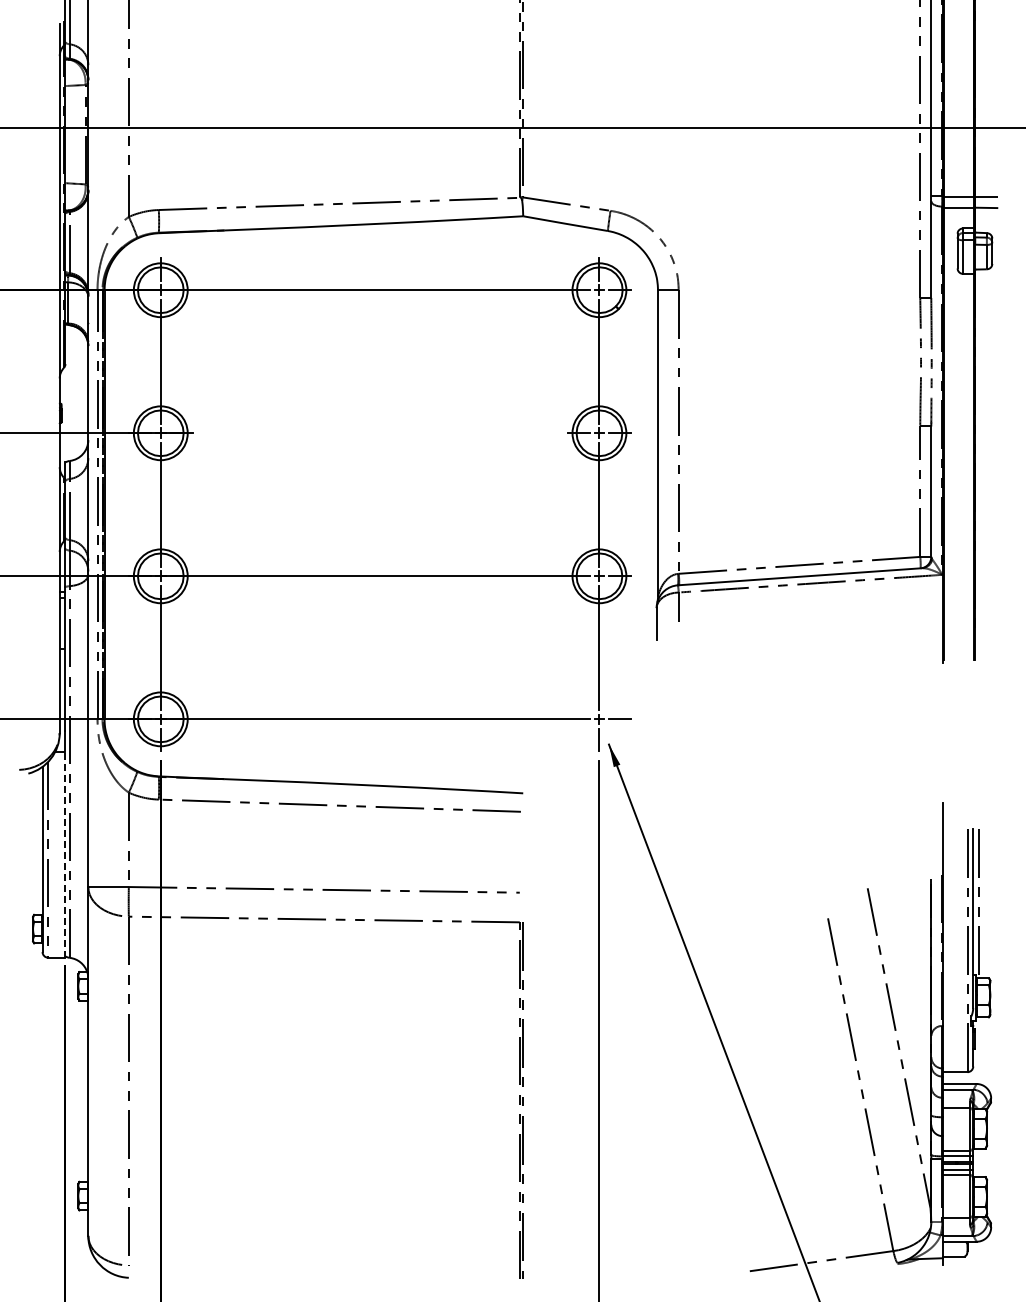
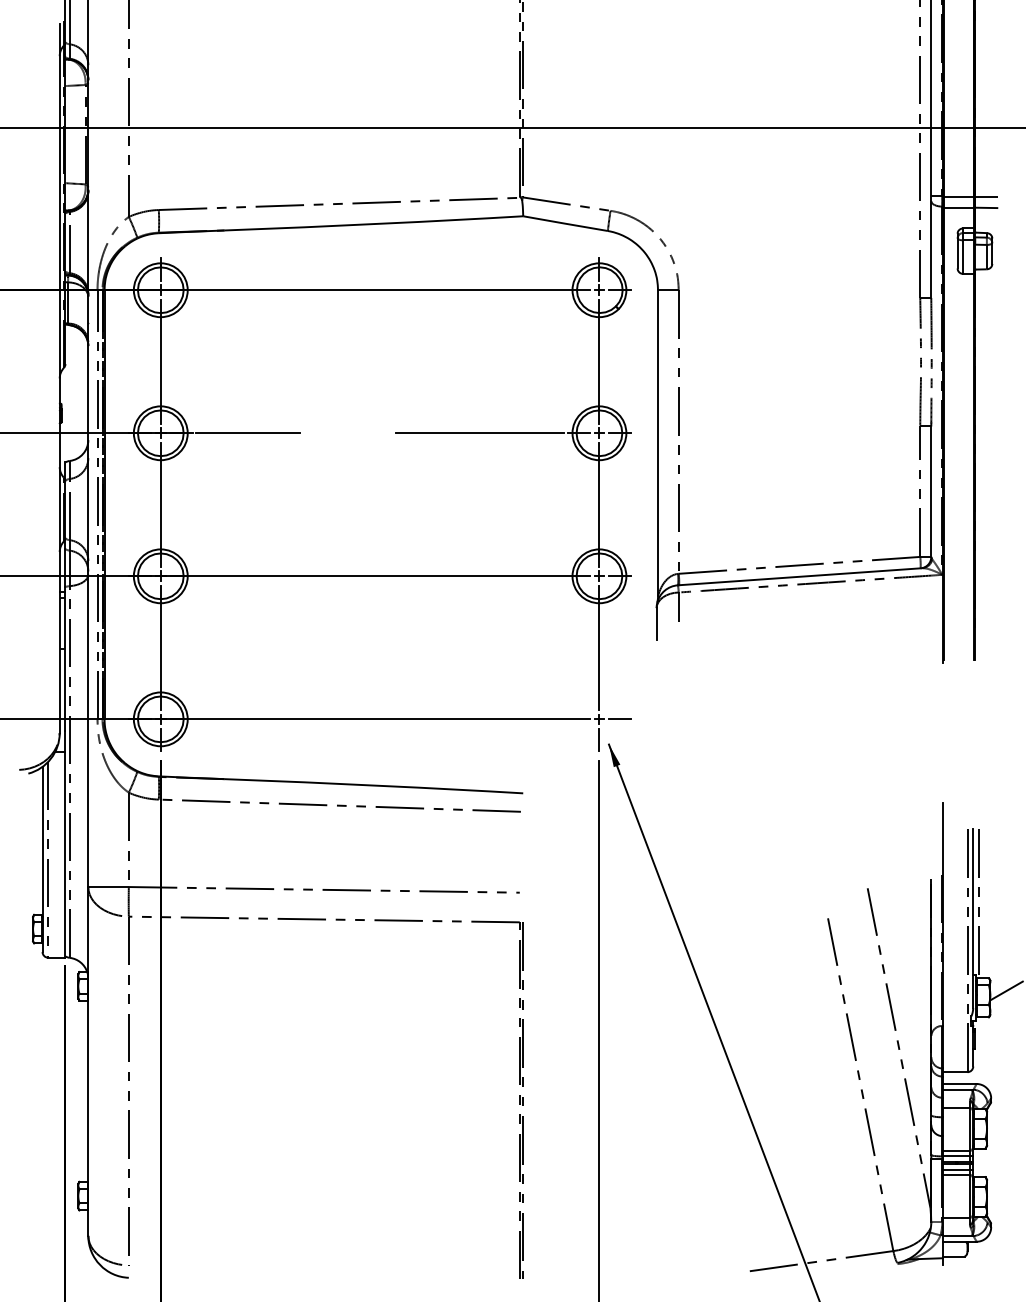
line at (247, 433): none -> present
line at (479, 433): none -> present
line at (65, 854): dashed -> solid
line at (1006, 990): none -> present
